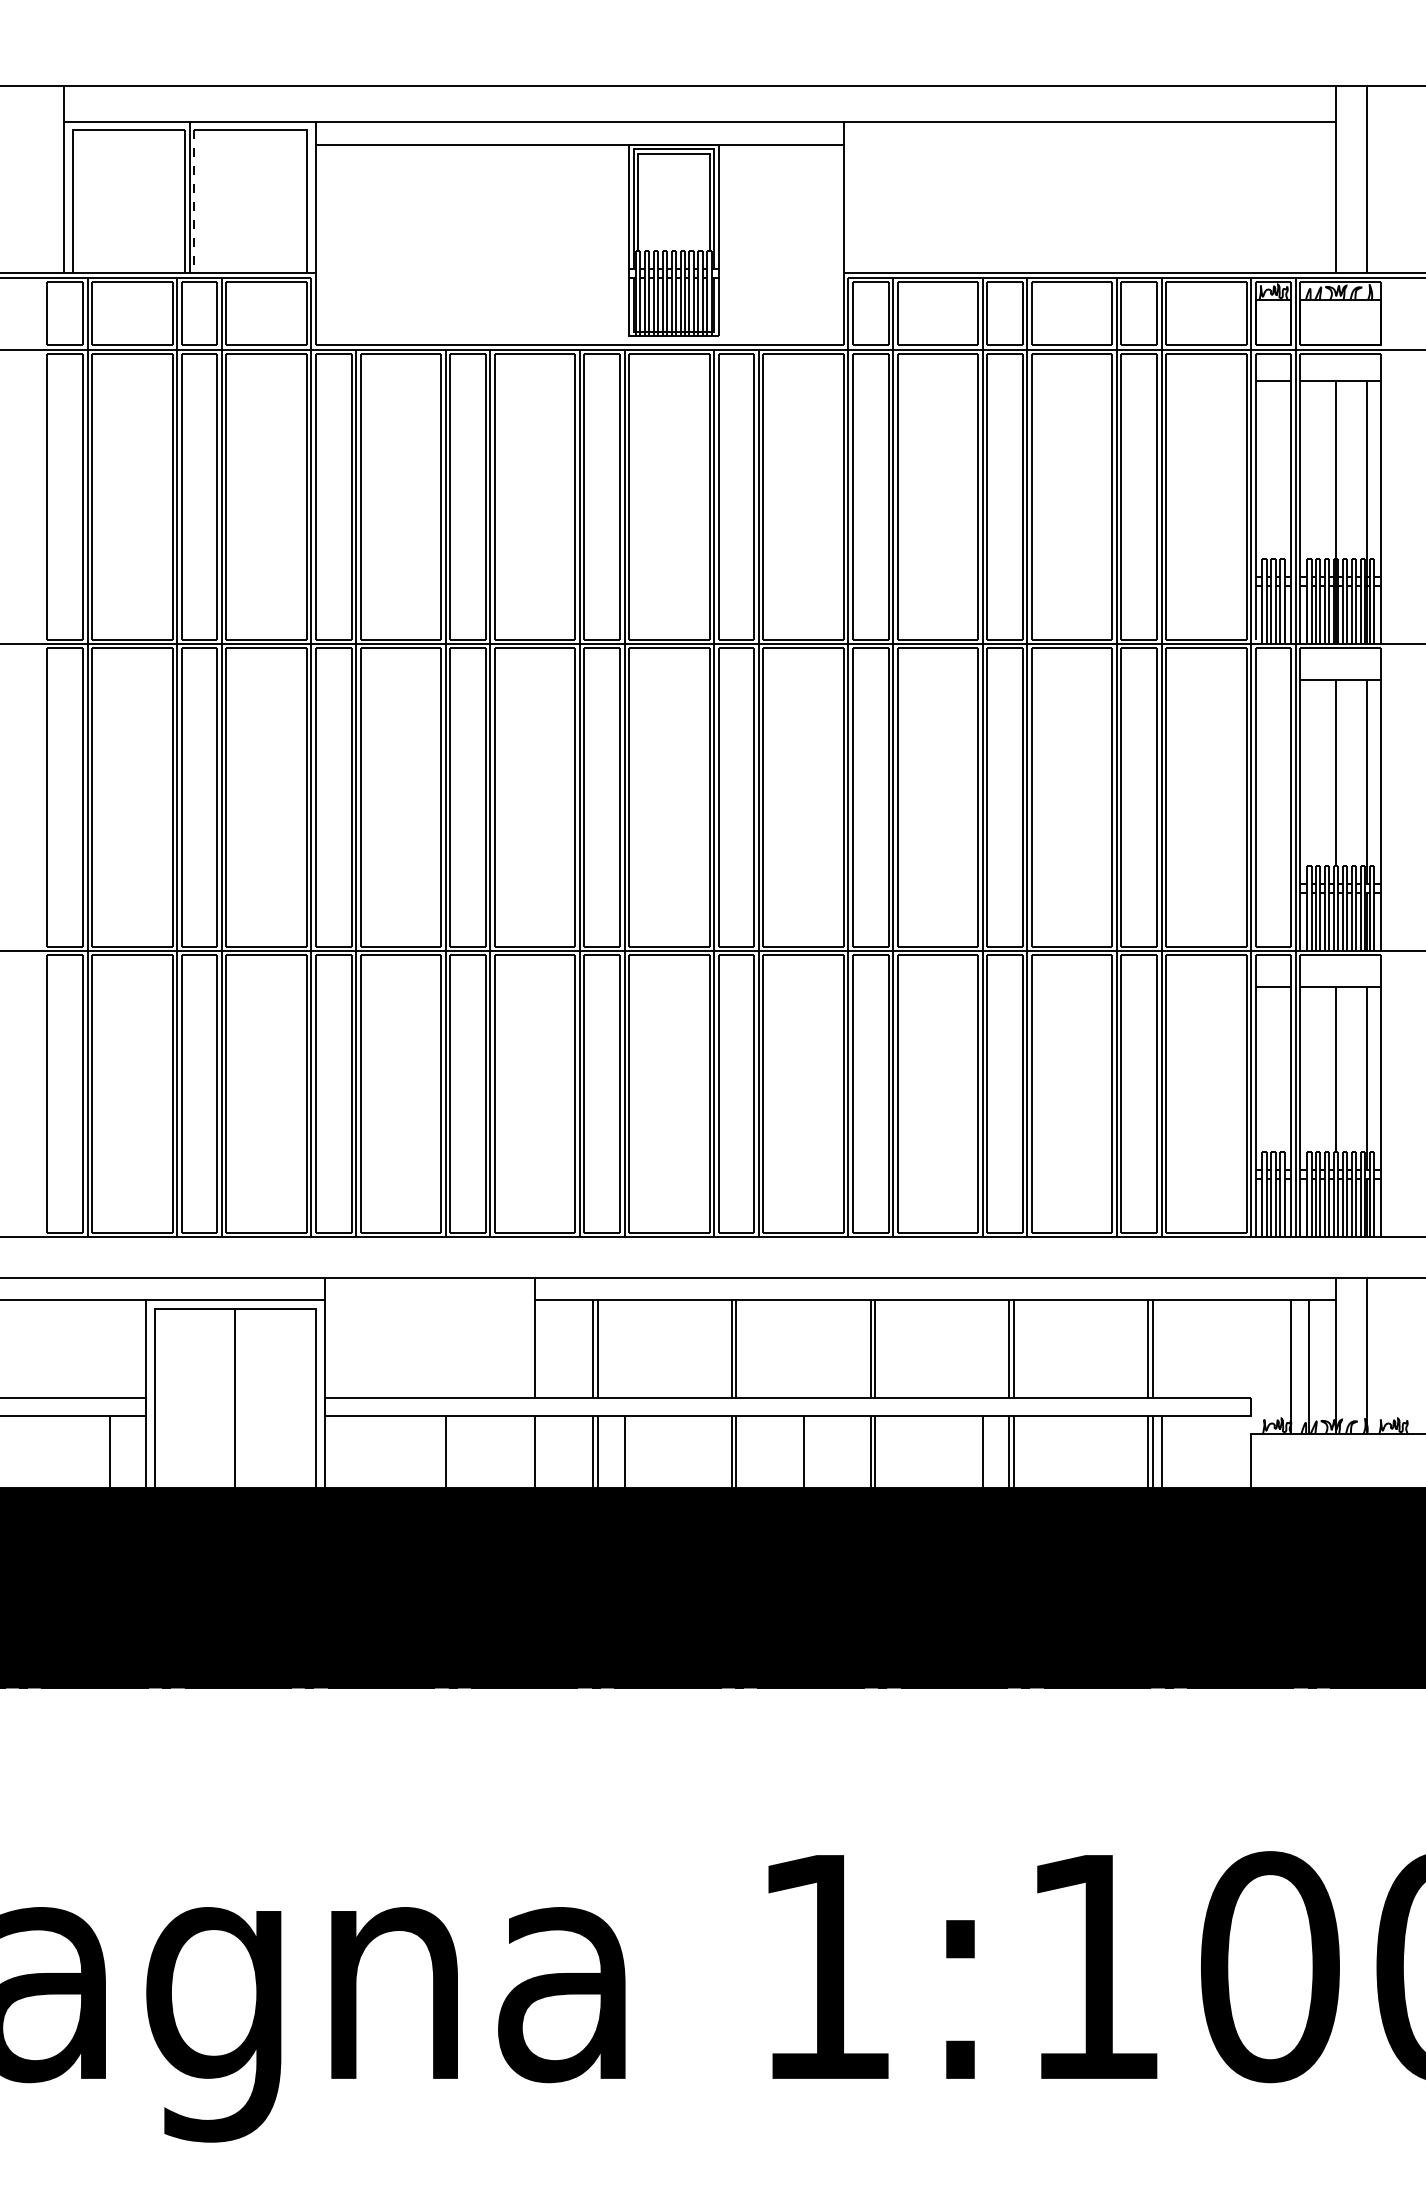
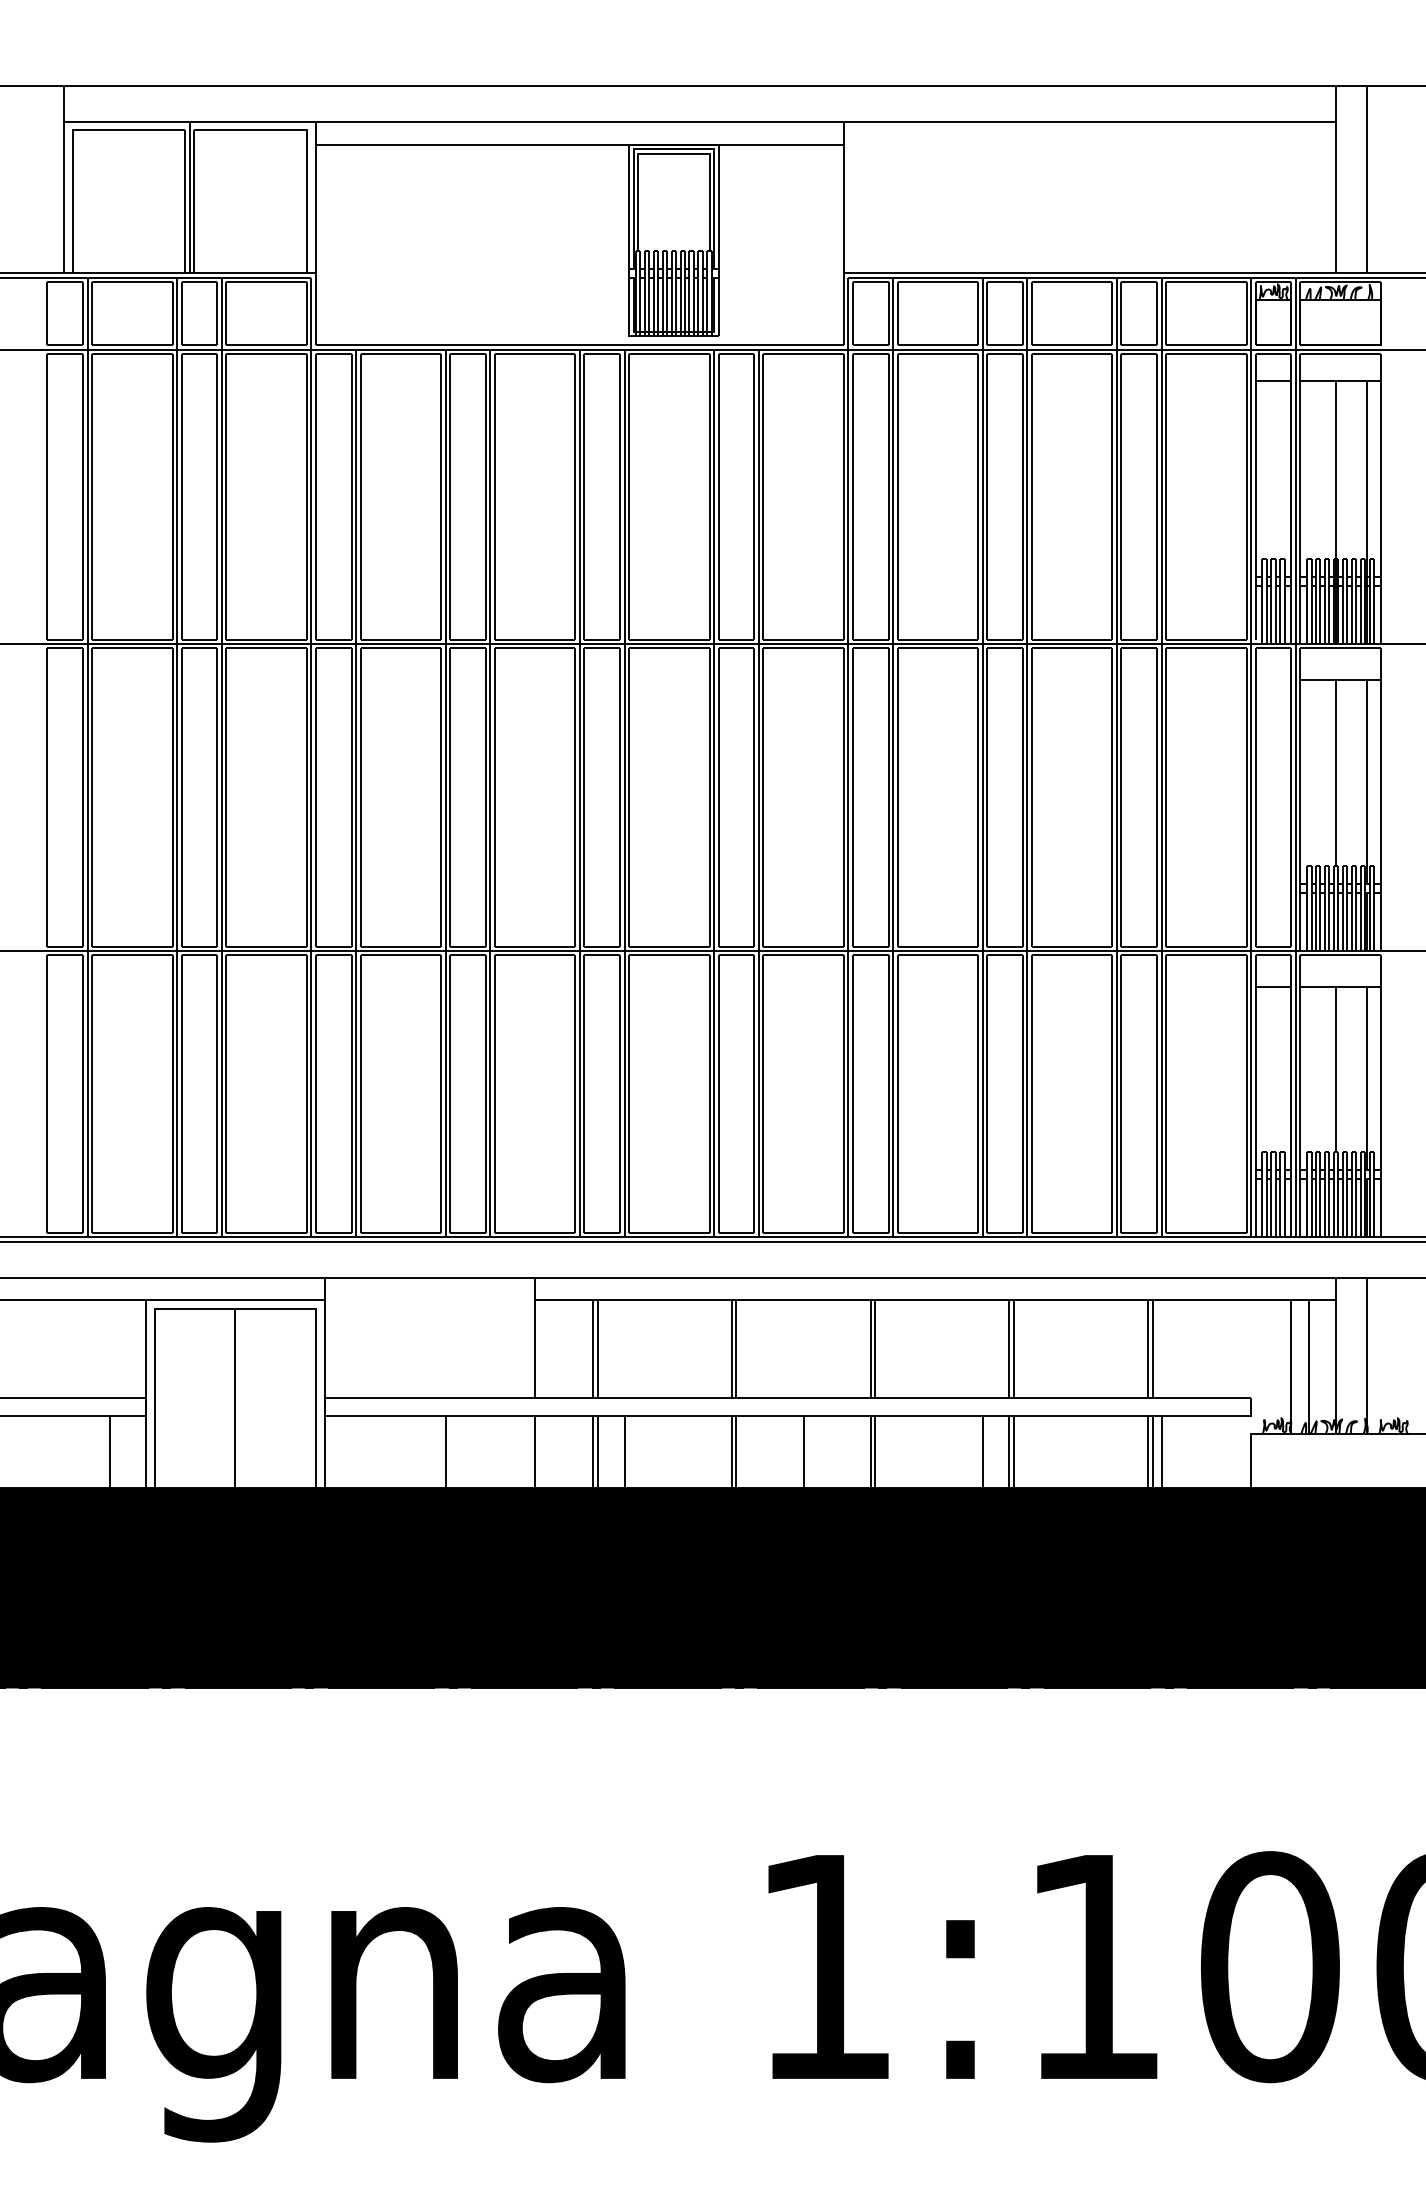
line at (194, 201): dashed -> solid
line at (712, 1241): none -> present
